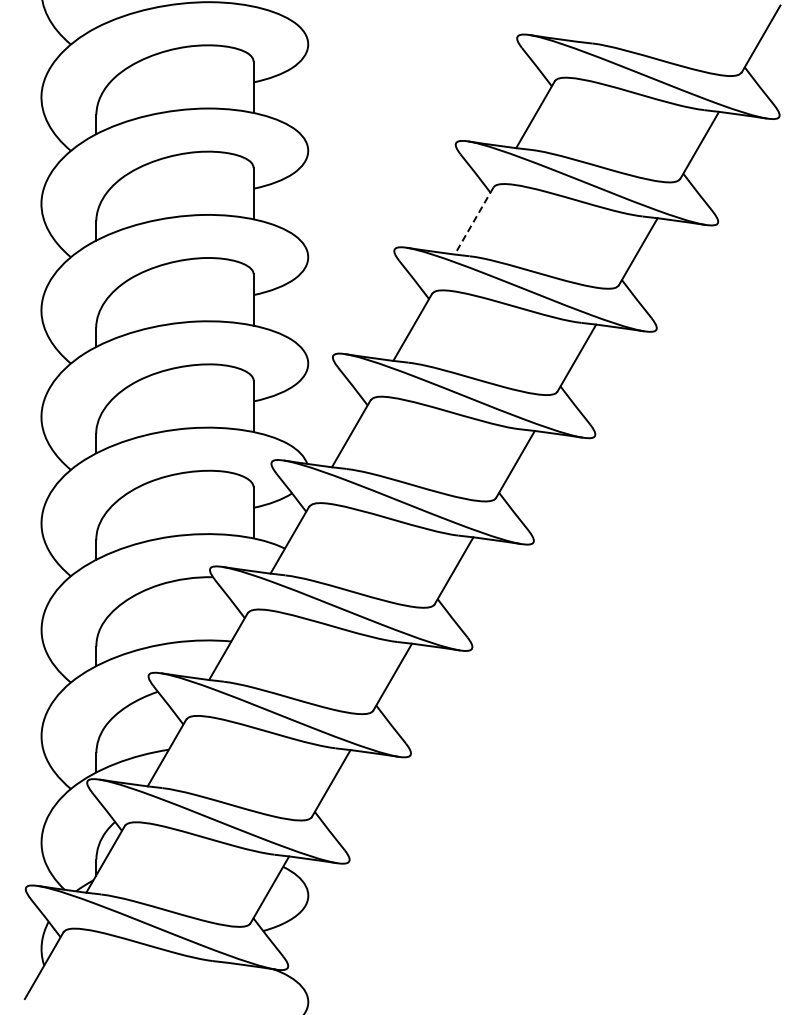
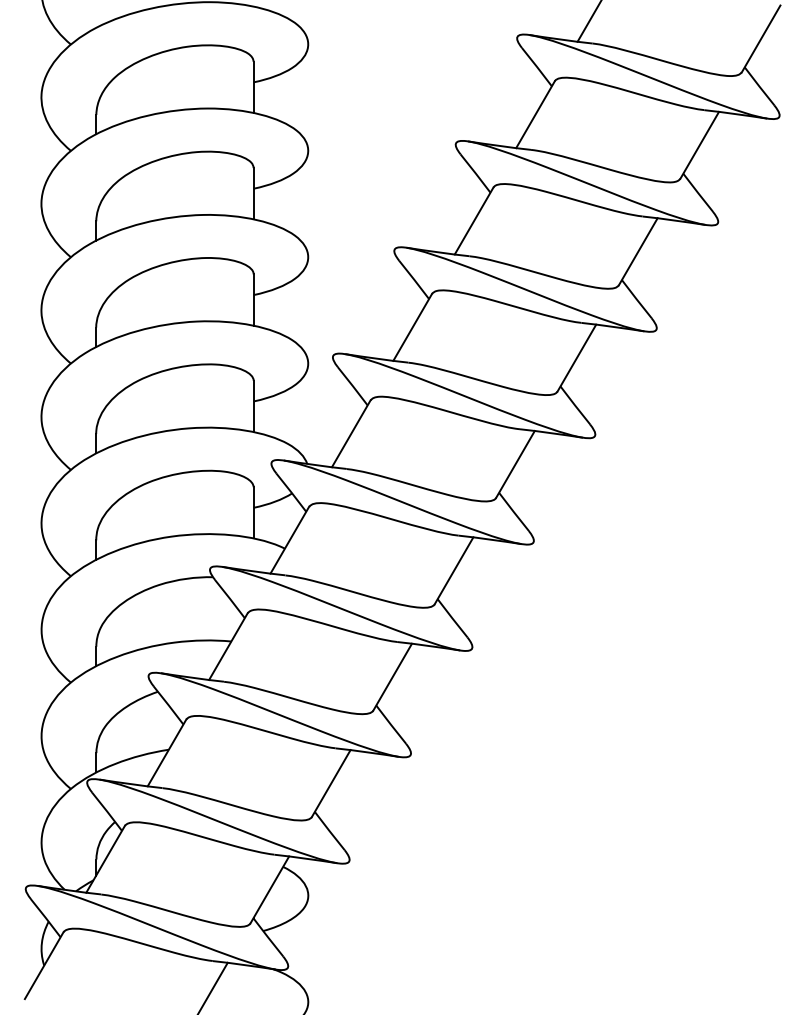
line at (588, 21): none -> present
line at (474, 221): dashed -> solid
line at (213, 986): none -> present
